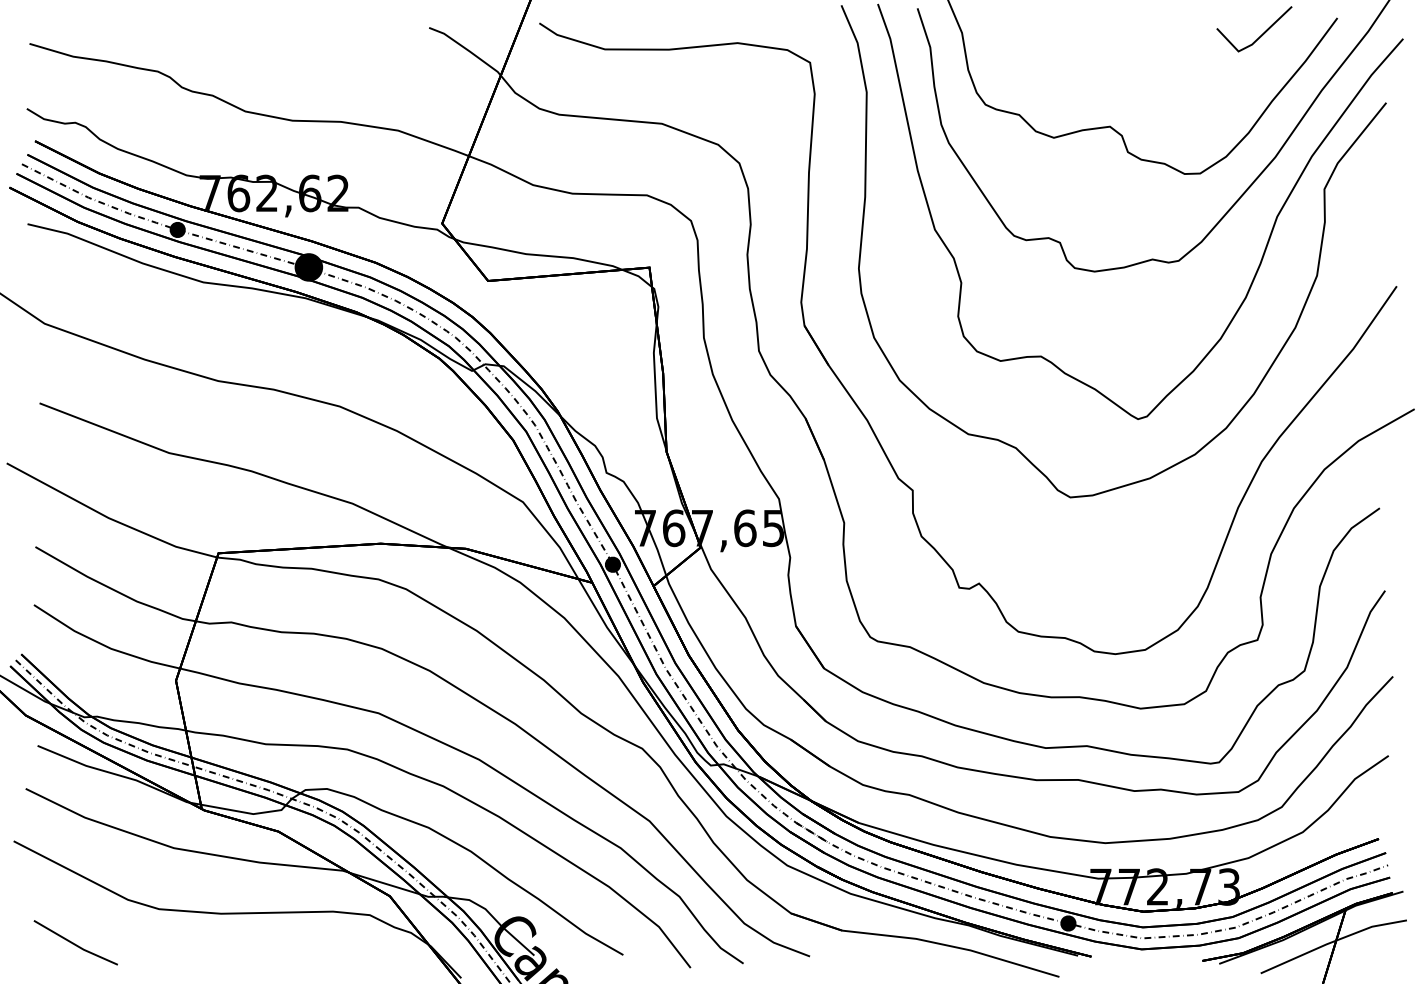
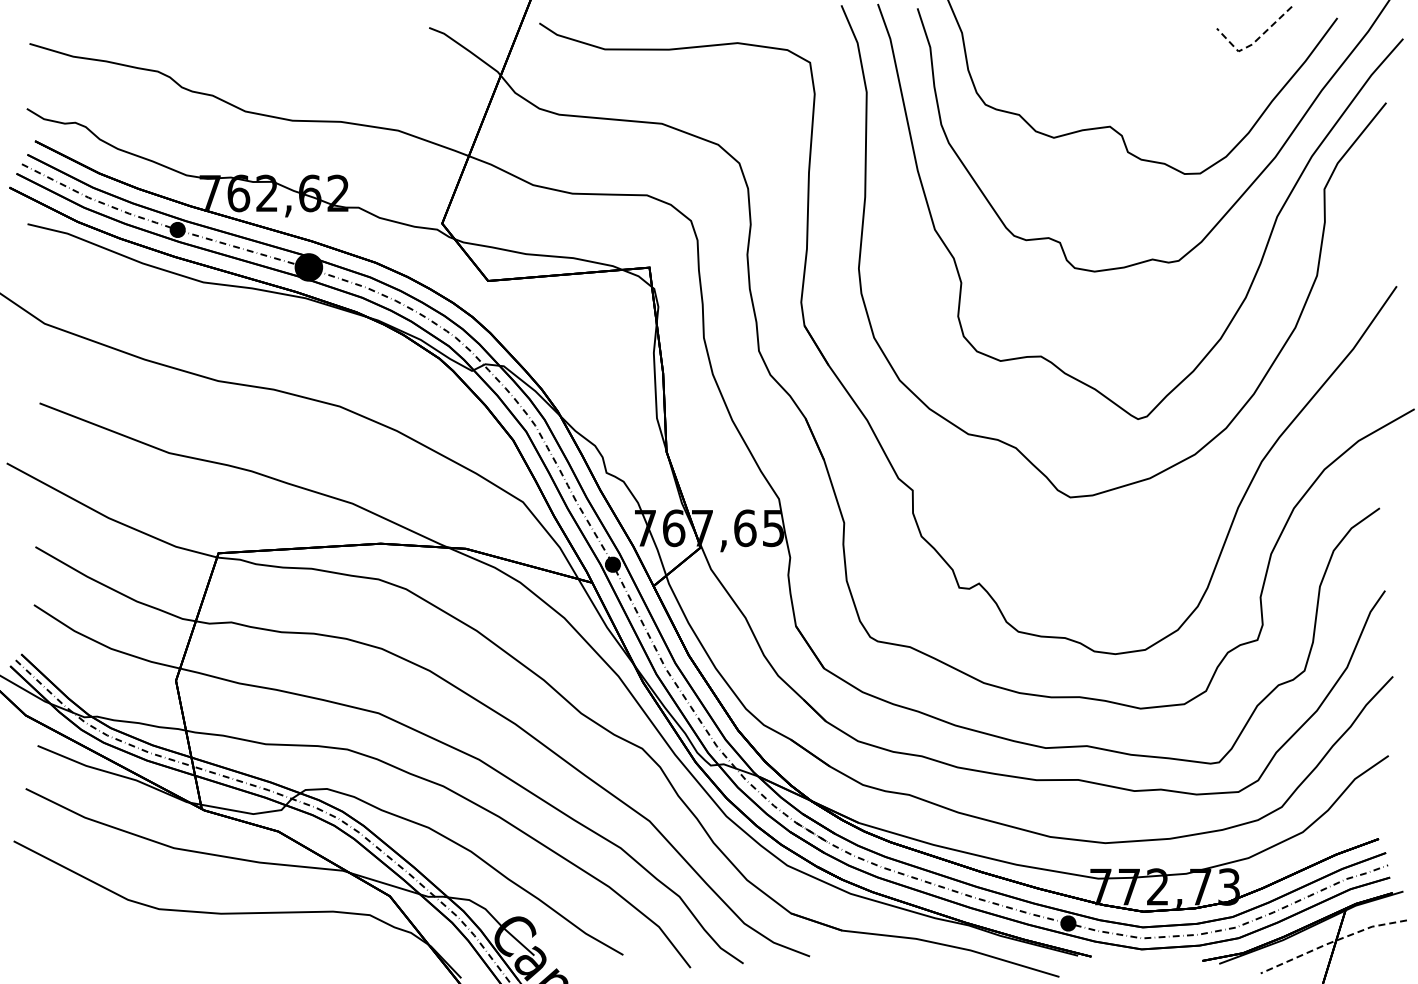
line at (1254, 42): solid -> dashed
line at (1332, 942): solid -> dashed
line at (75, 943): present -> none
